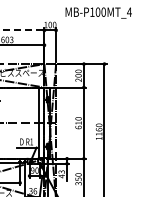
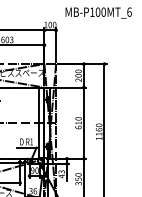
text at (129, 11): MB-P100MT_4 -> MB-P100MT_6
line at (22, 30): dashed -> solid
